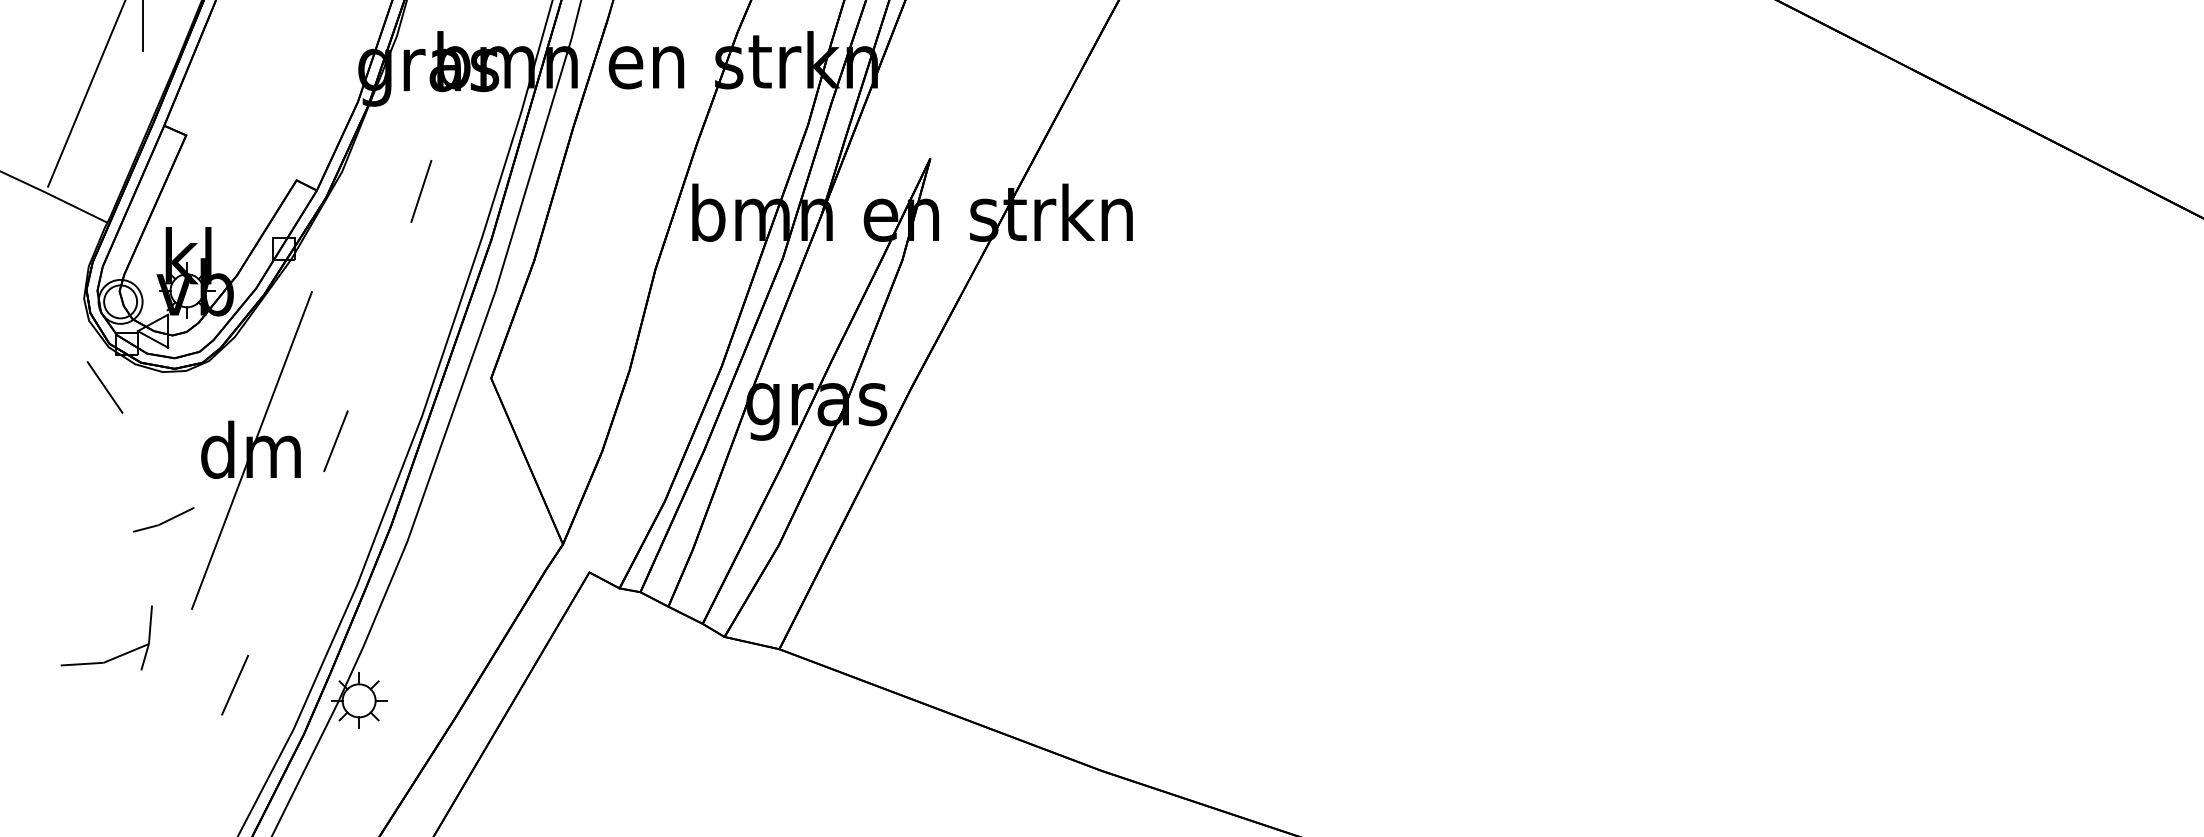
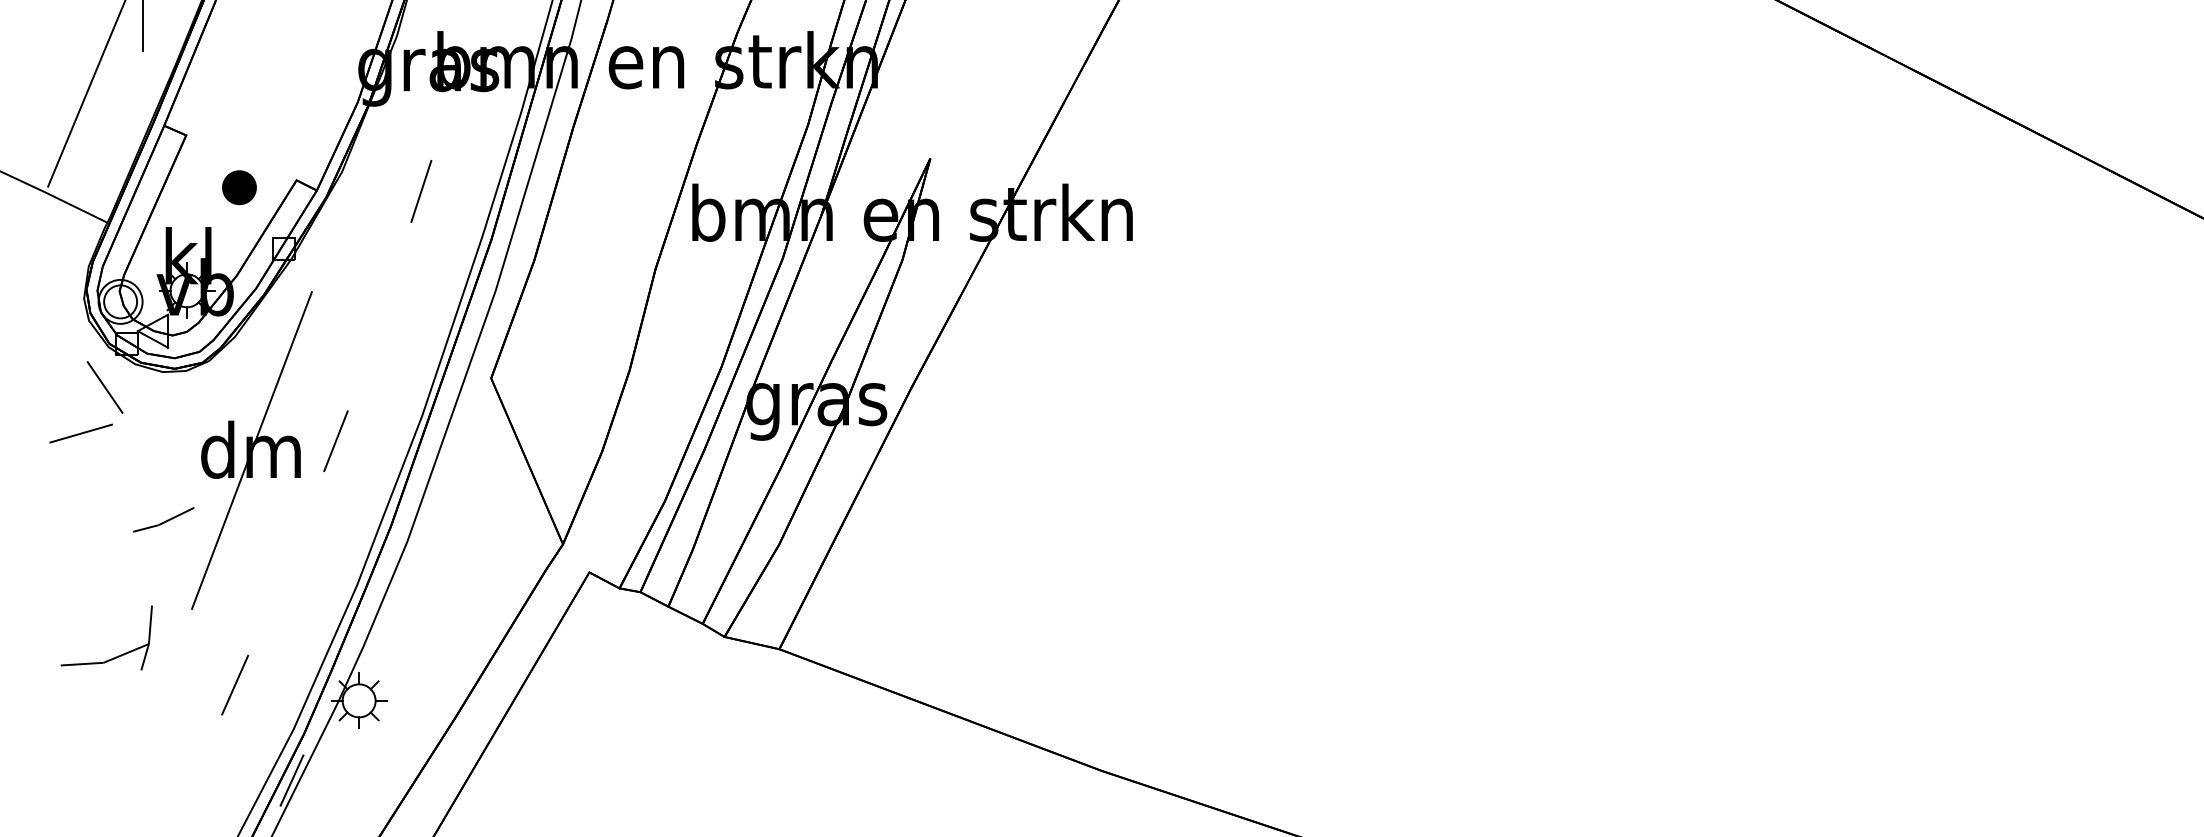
part at (239, 187): none -> present
line at (80, 433): none -> present
line at (291, 780): none -> present
